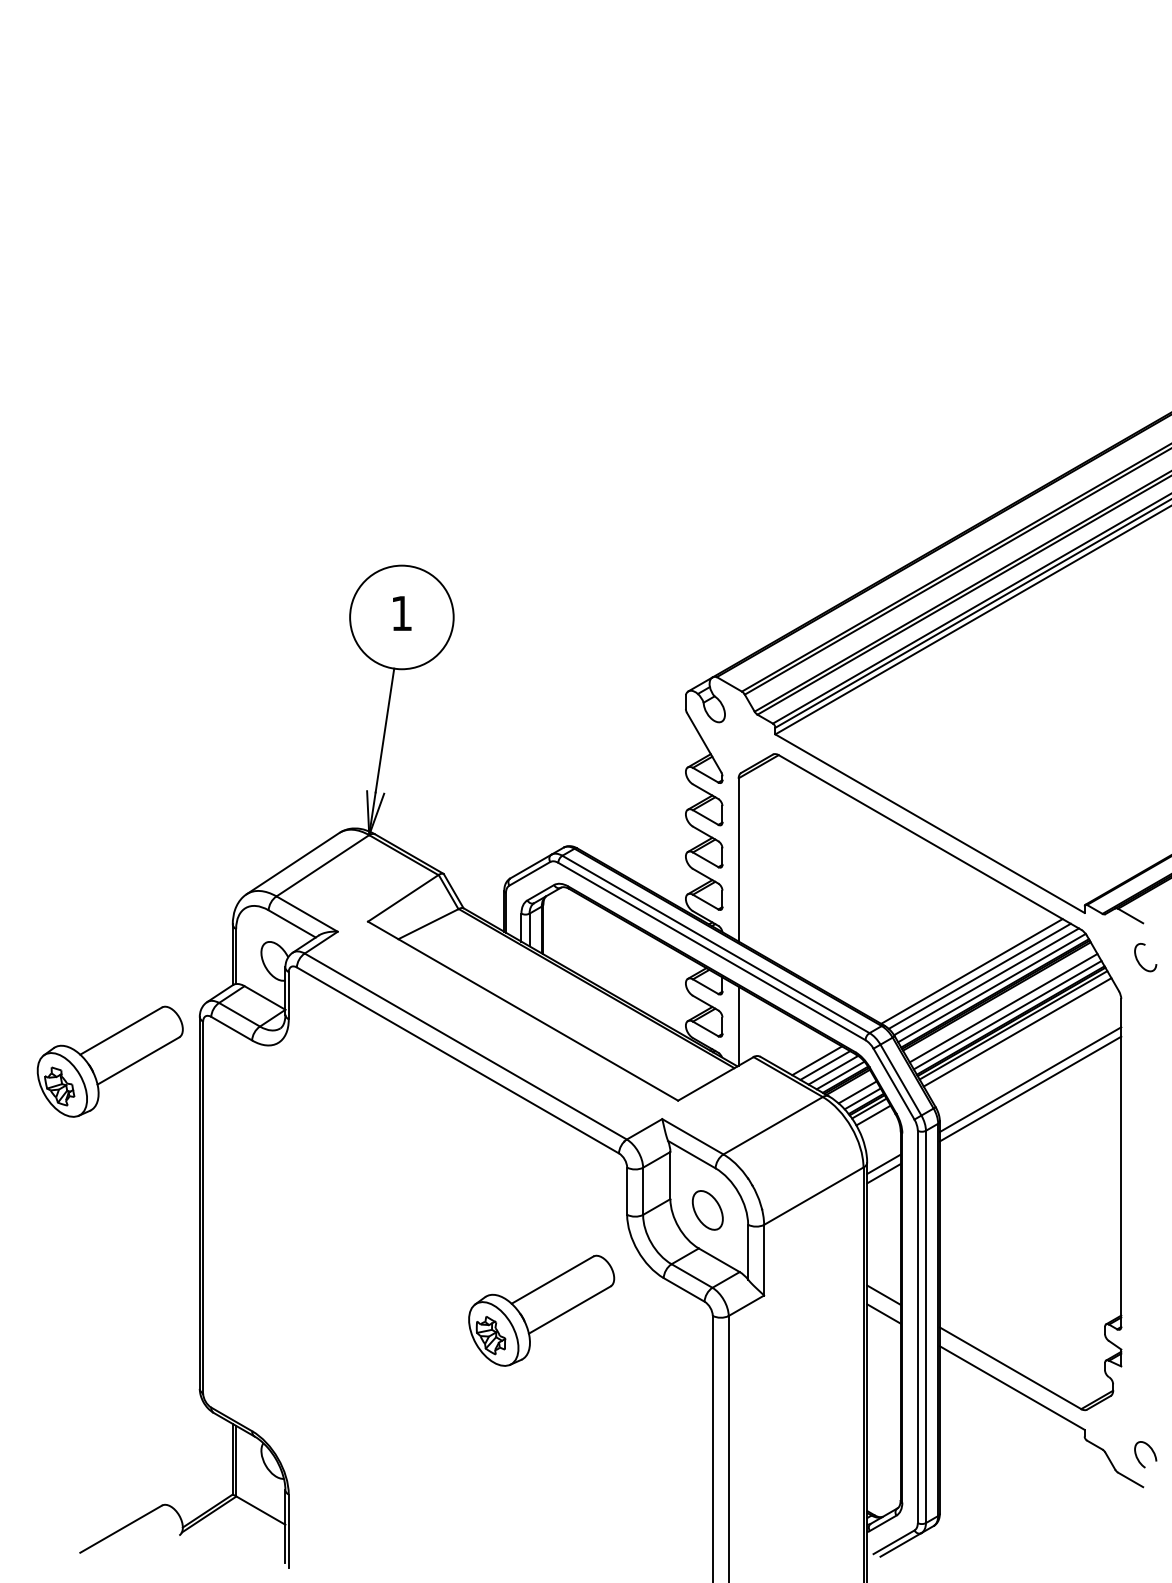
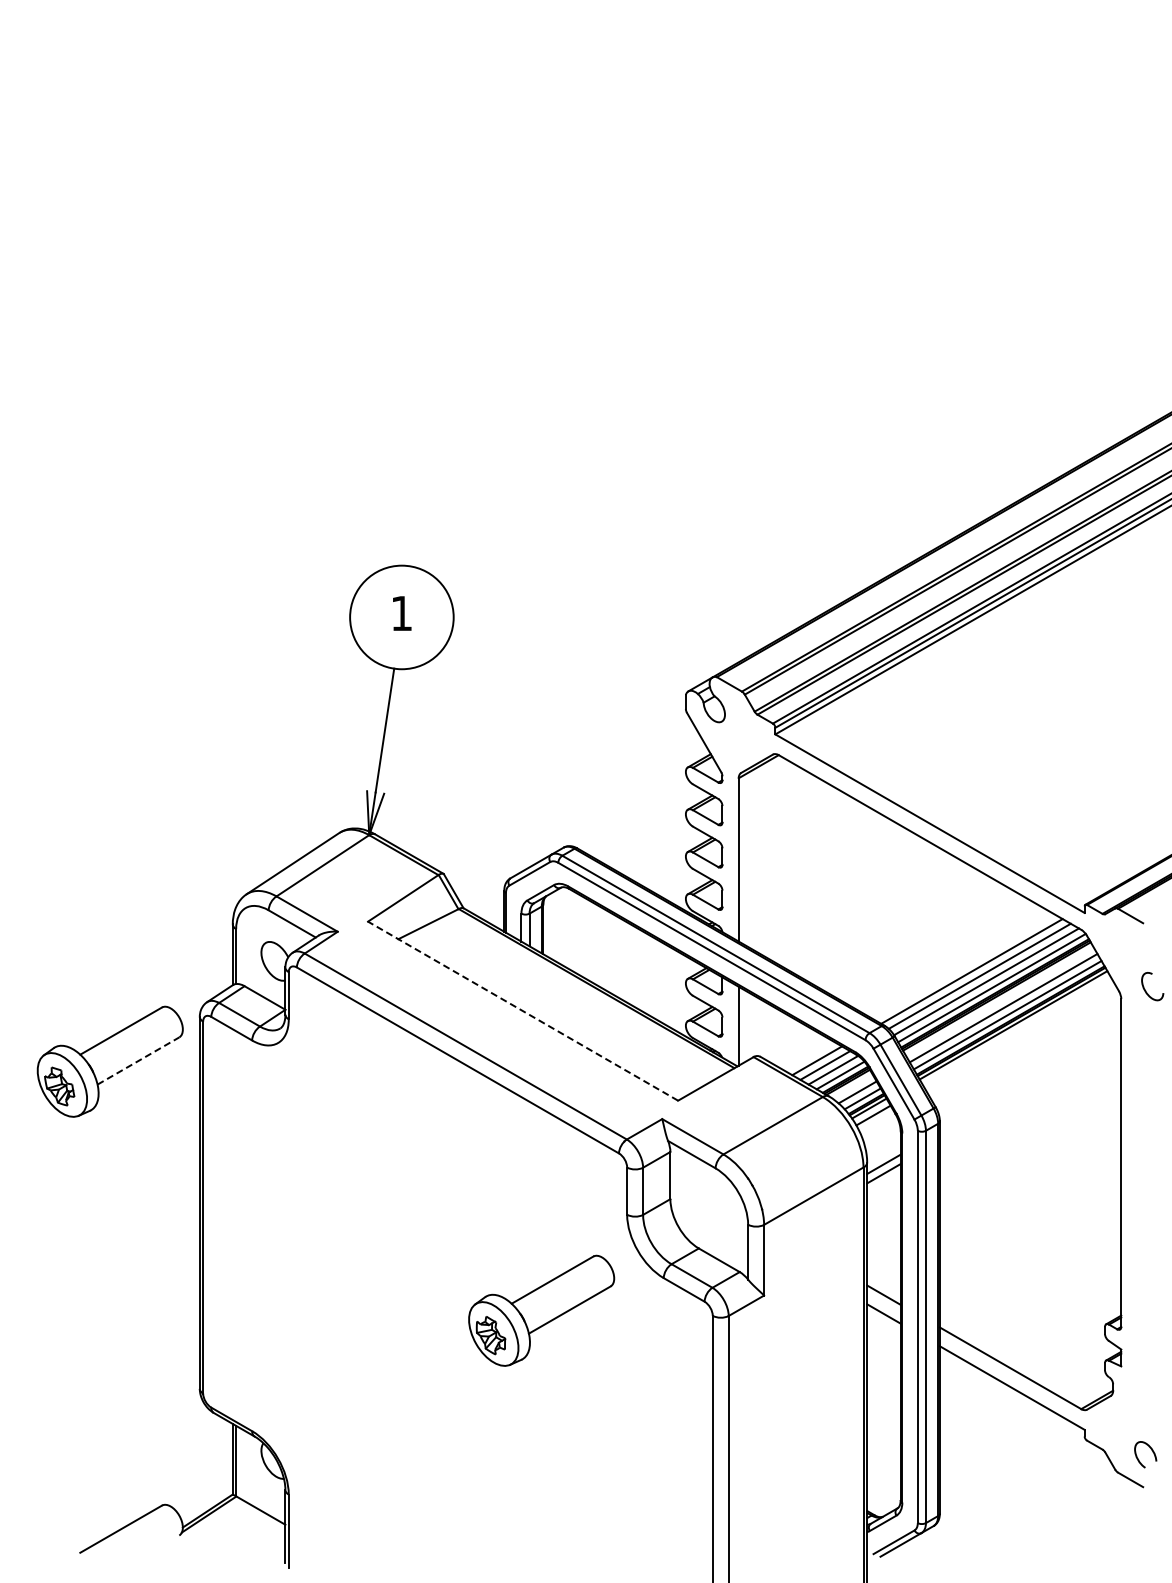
curve at (1139, 961) position: (1139, 961) -> (1146, 990)
line at (522, 1010): solid -> dashed
line at (1017, 1032): present -> none
line at (138, 1060): solid -> dashed
line at (1030, 1079): present -> none
line at (1030, 1088): present -> none
part at (707, 1210): present -> none
